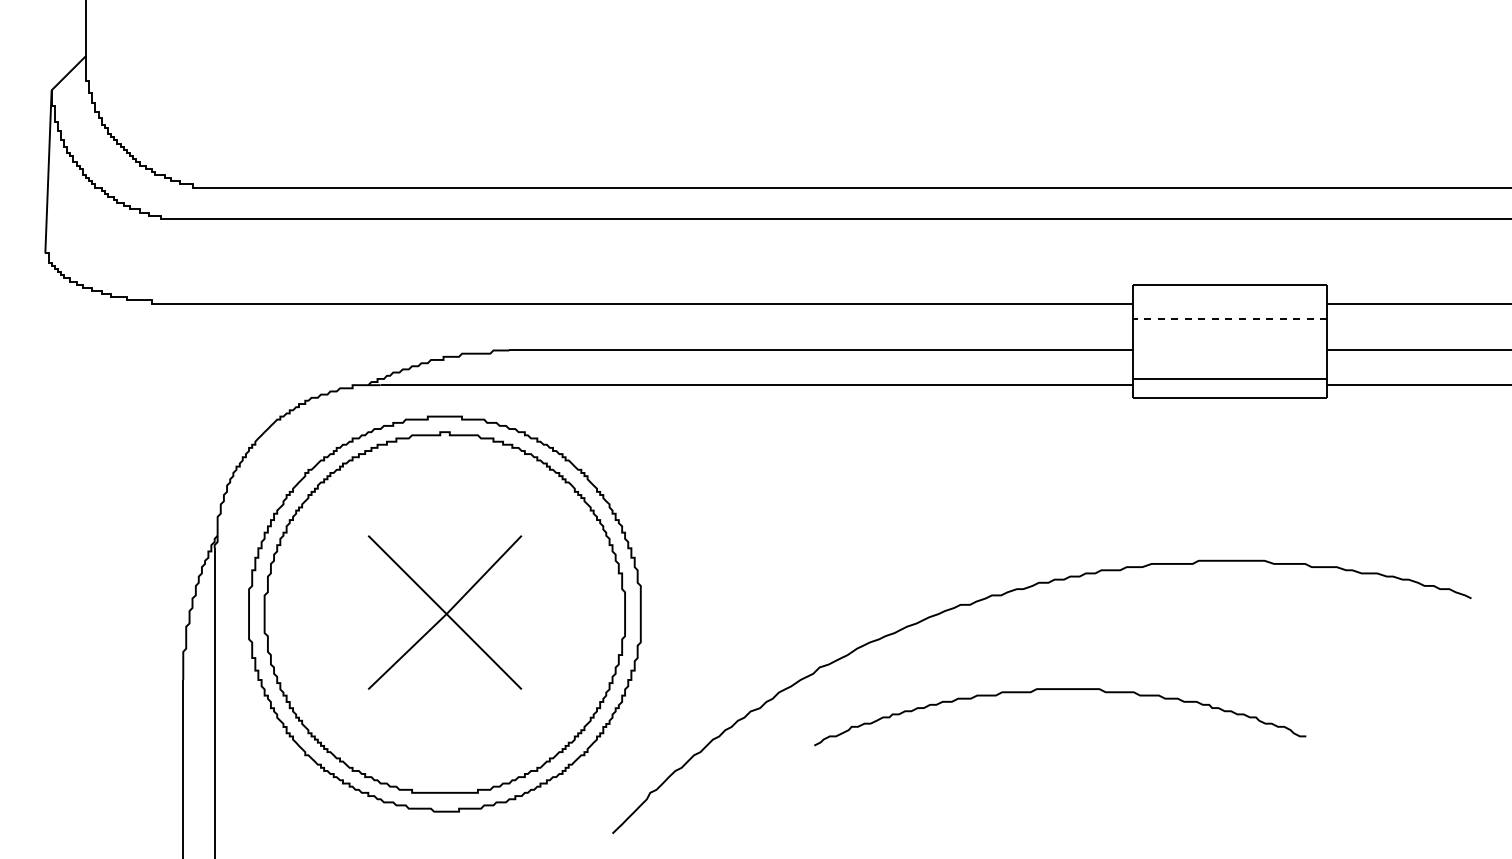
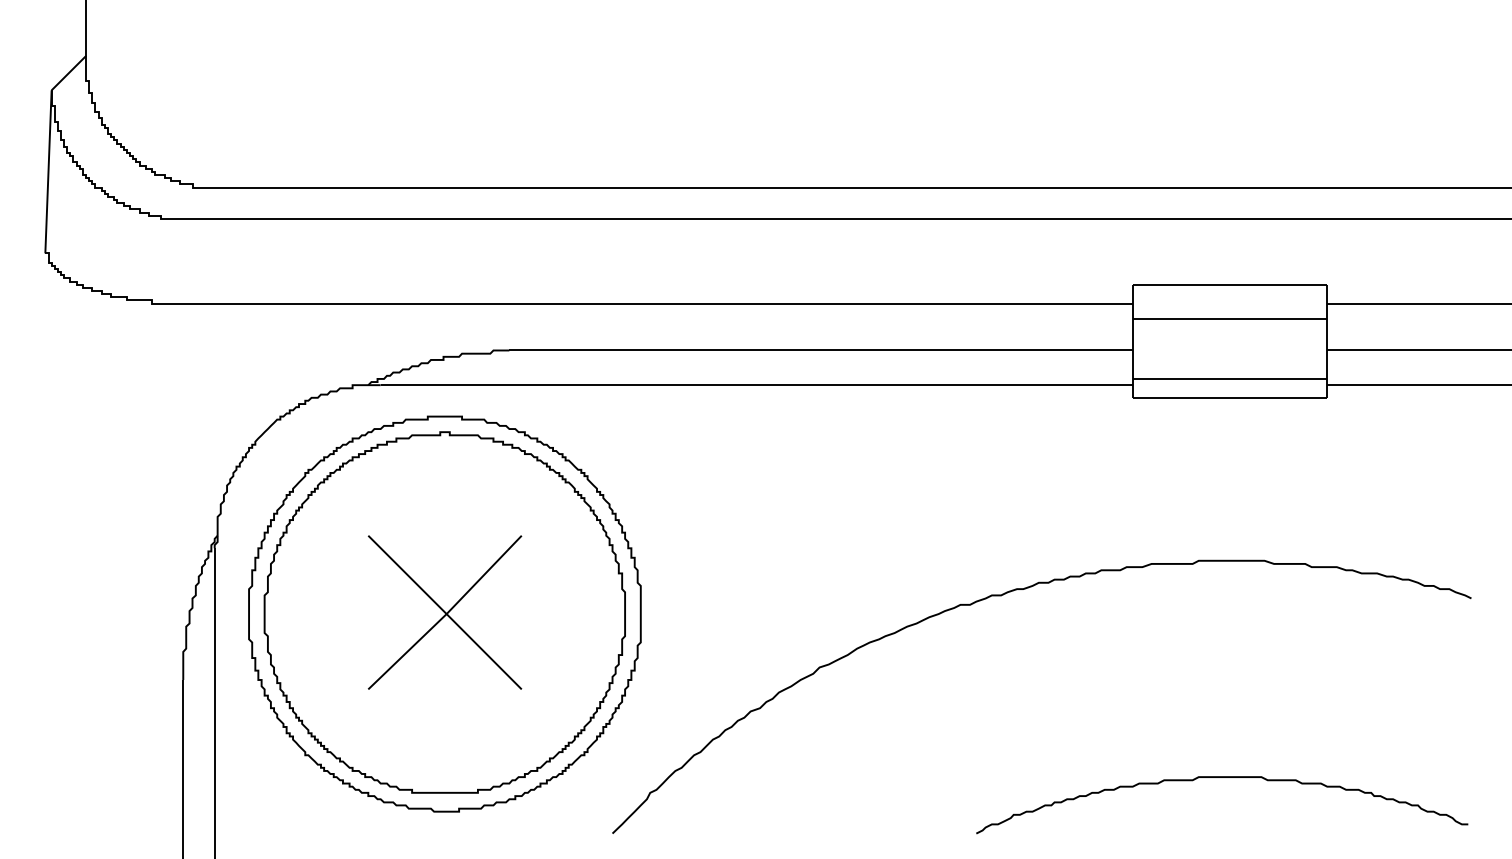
line at (1229, 319): dashed -> solid
curve at (1060, 689) position: (1060, 689) -> (1222, 777)
